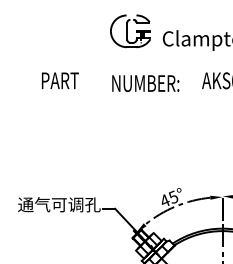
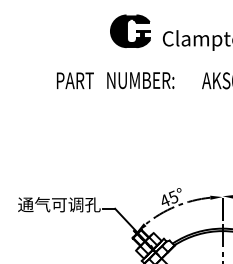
fill at (130, 31): none -> present
text at (60, 80) position: (60, 80) -> (75, 80)
text at (145, 83) position: (145, 83) -> (140, 80)
